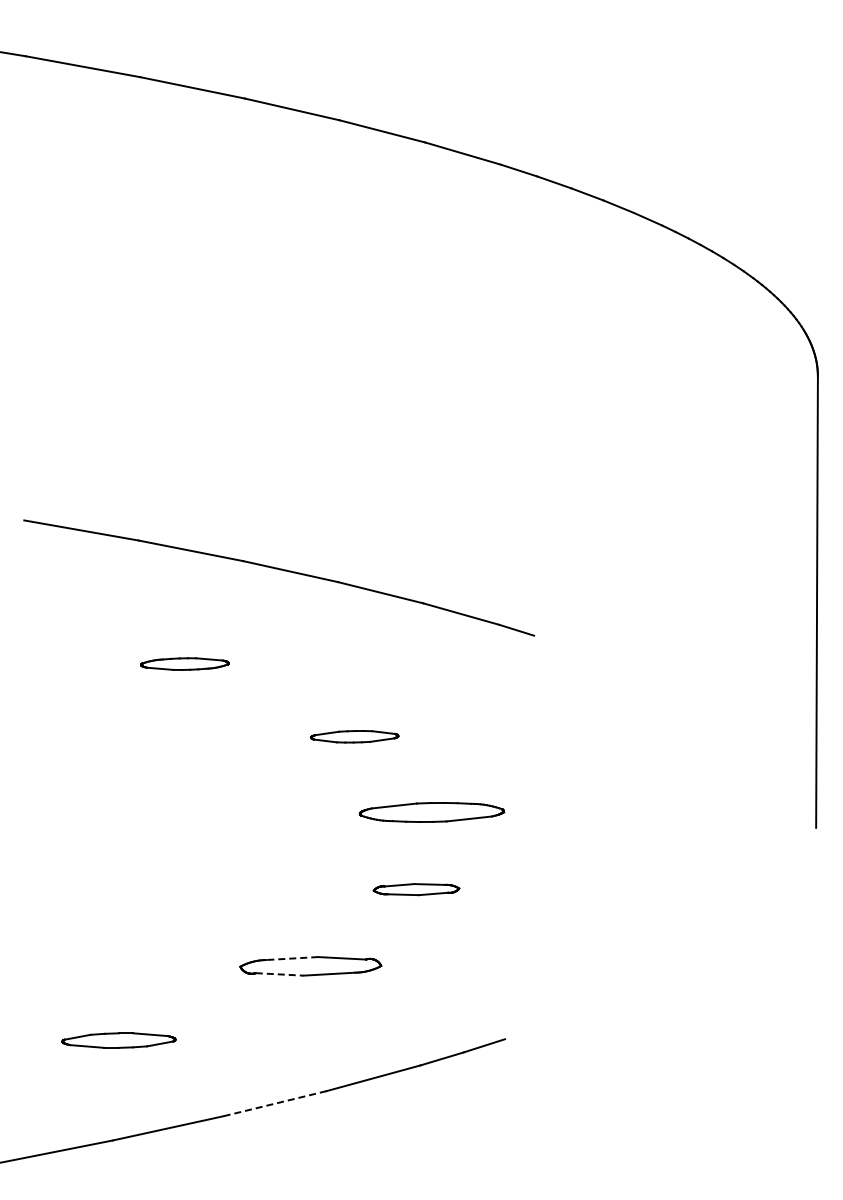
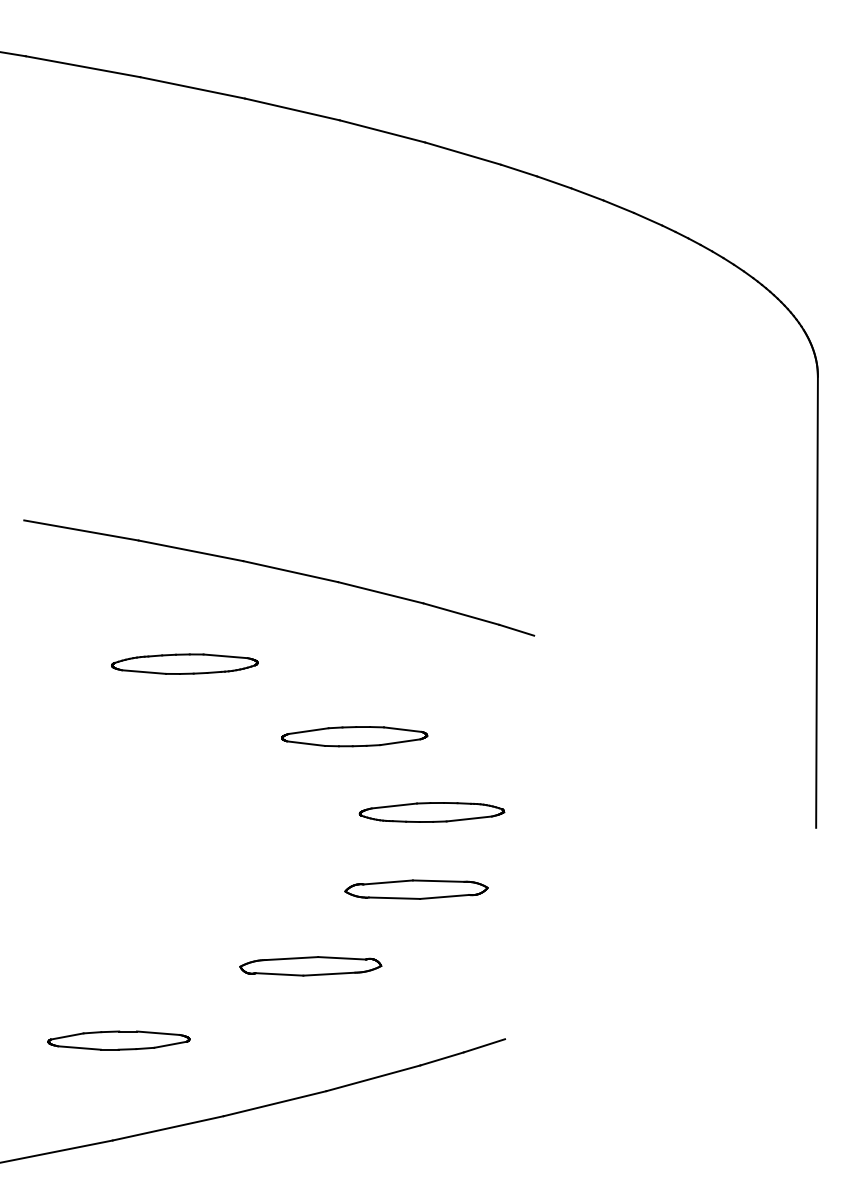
part at (184, 663) size: 90x14 px -> 148x22 px
part at (354, 736) size: 90x14 px -> 148x22 px
part at (416, 889) size: 89x14 px -> 145x21 px
line at (291, 958): dashed -> solid
line at (279, 974): dashed -> solid
part at (118, 1040) size: 116x17 px -> 144x21 px
line at (275, 1103): dashed -> solid
